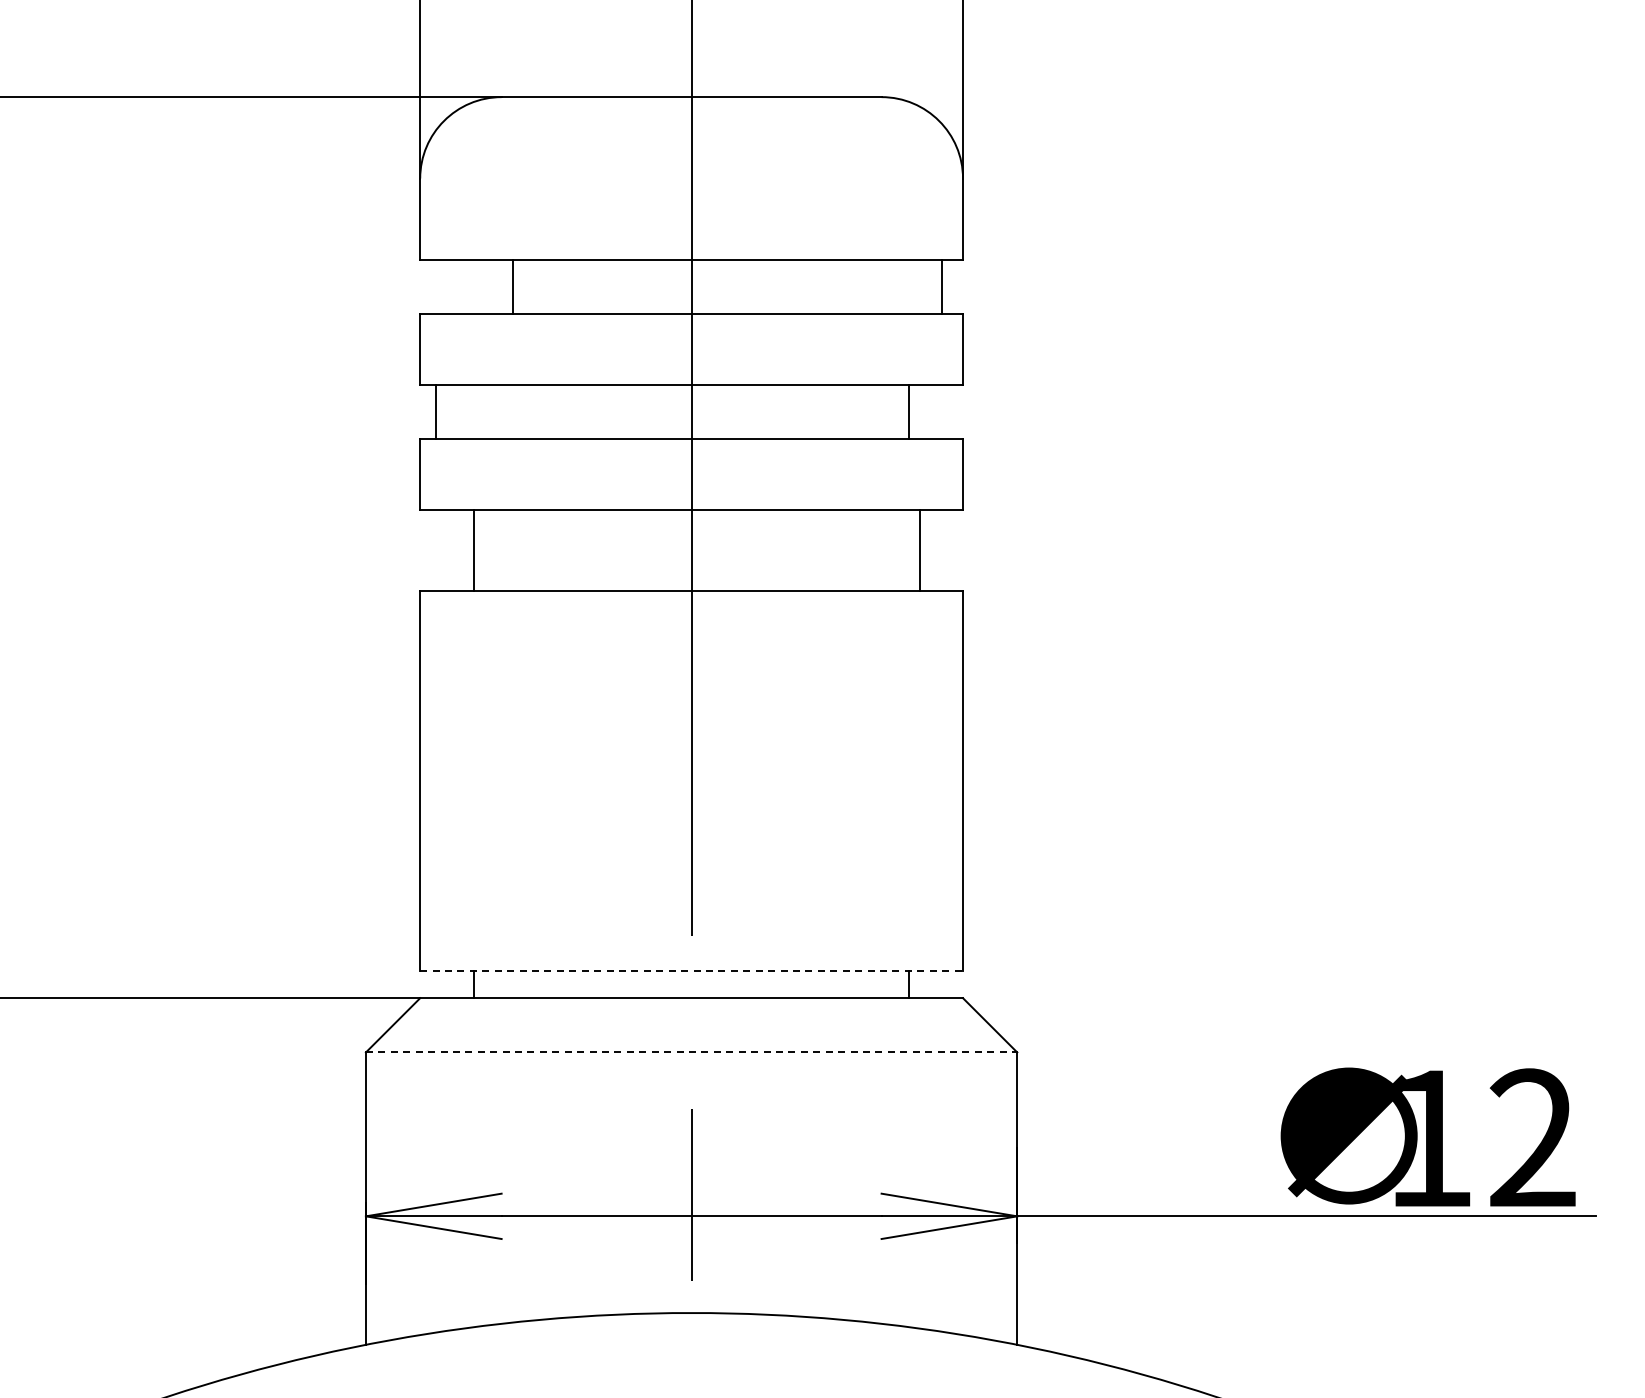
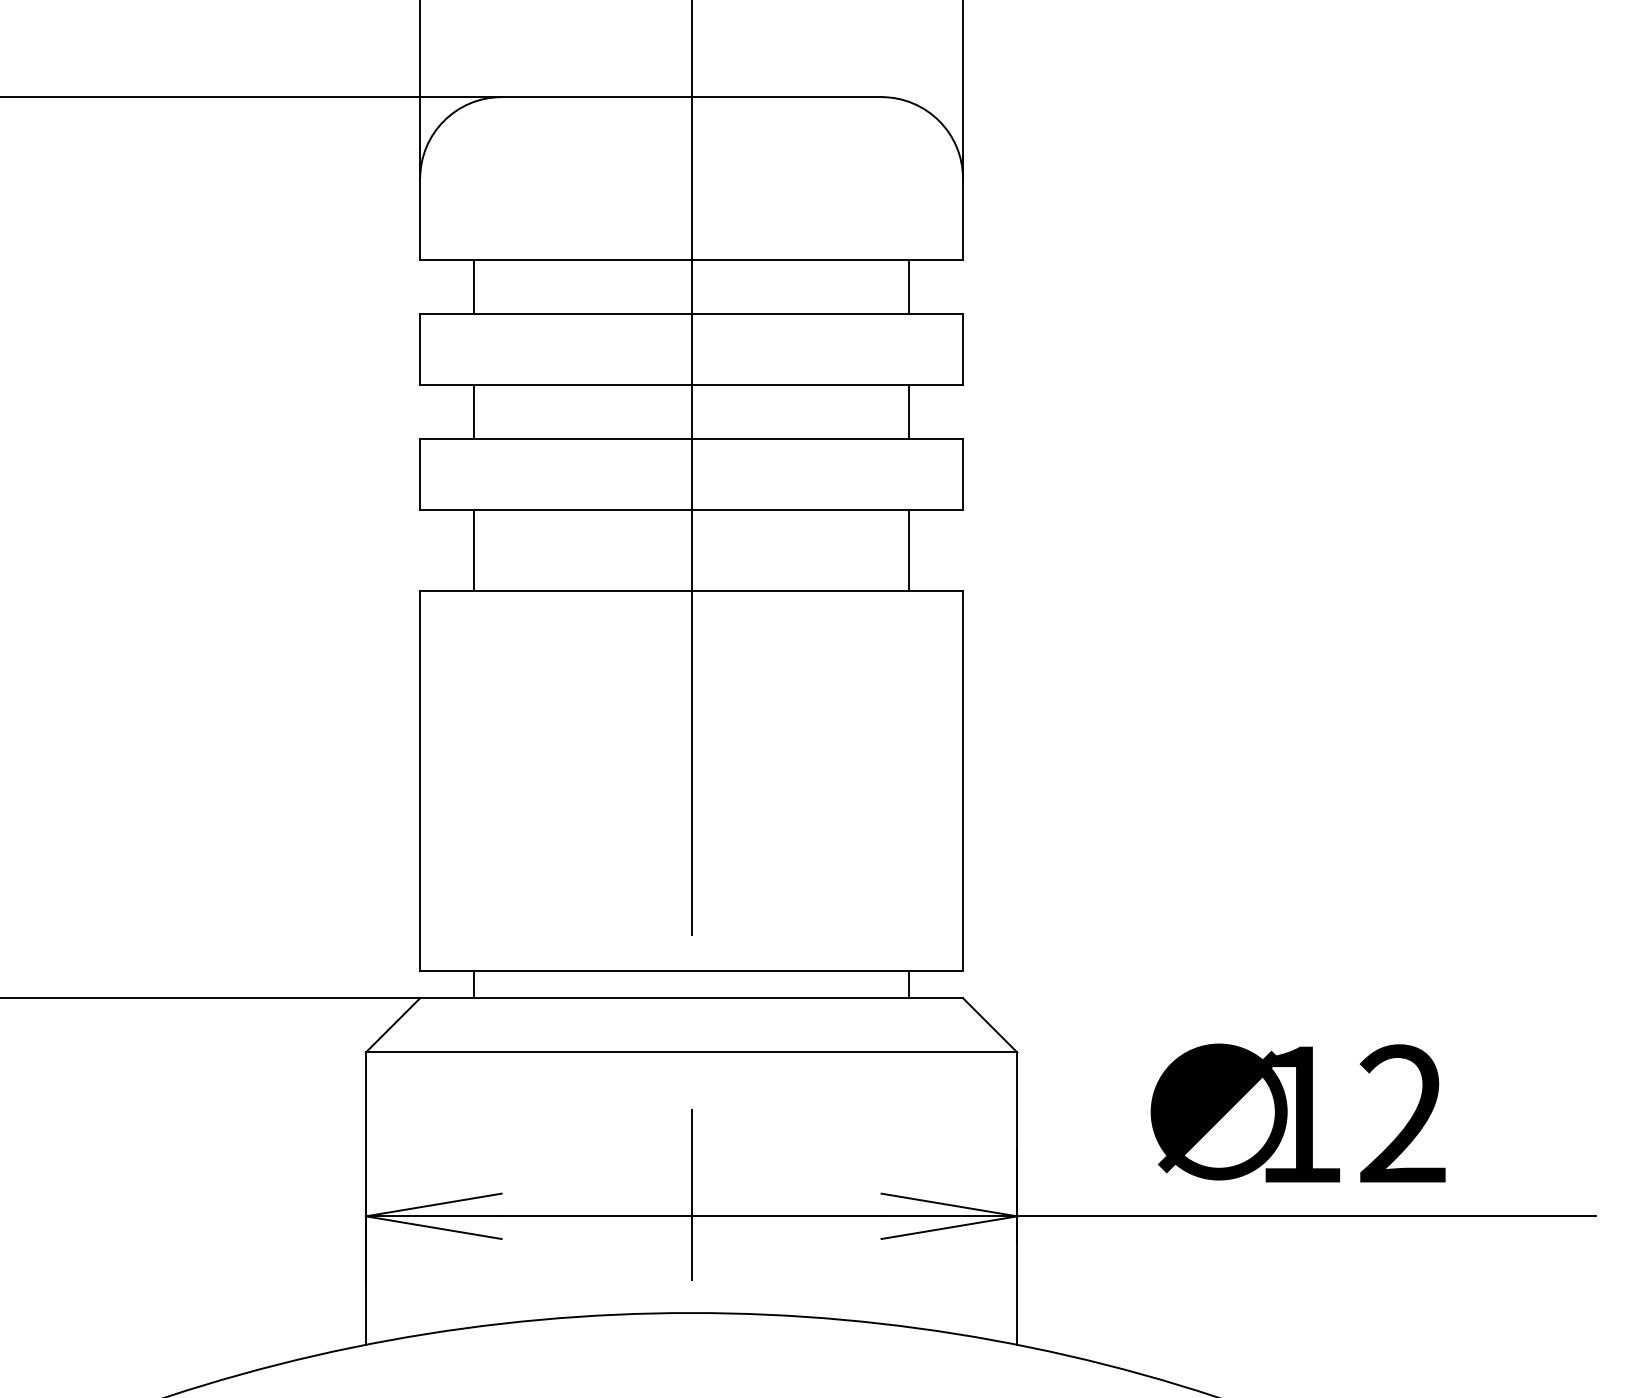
line at (513, 286) position: (513, 286) -> (474, 286)
line at (941, 286) position: (941, 286) -> (908, 286)
line at (436, 411) position: (436, 411) -> (474, 411)
line at (919, 550) position: (919, 550) -> (908, 550)
line at (692, 971): dashed -> solid
line at (691, 1052): dashed -> solid
text at (1427, 1136) position: (1427, 1136) -> (1297, 1112)
